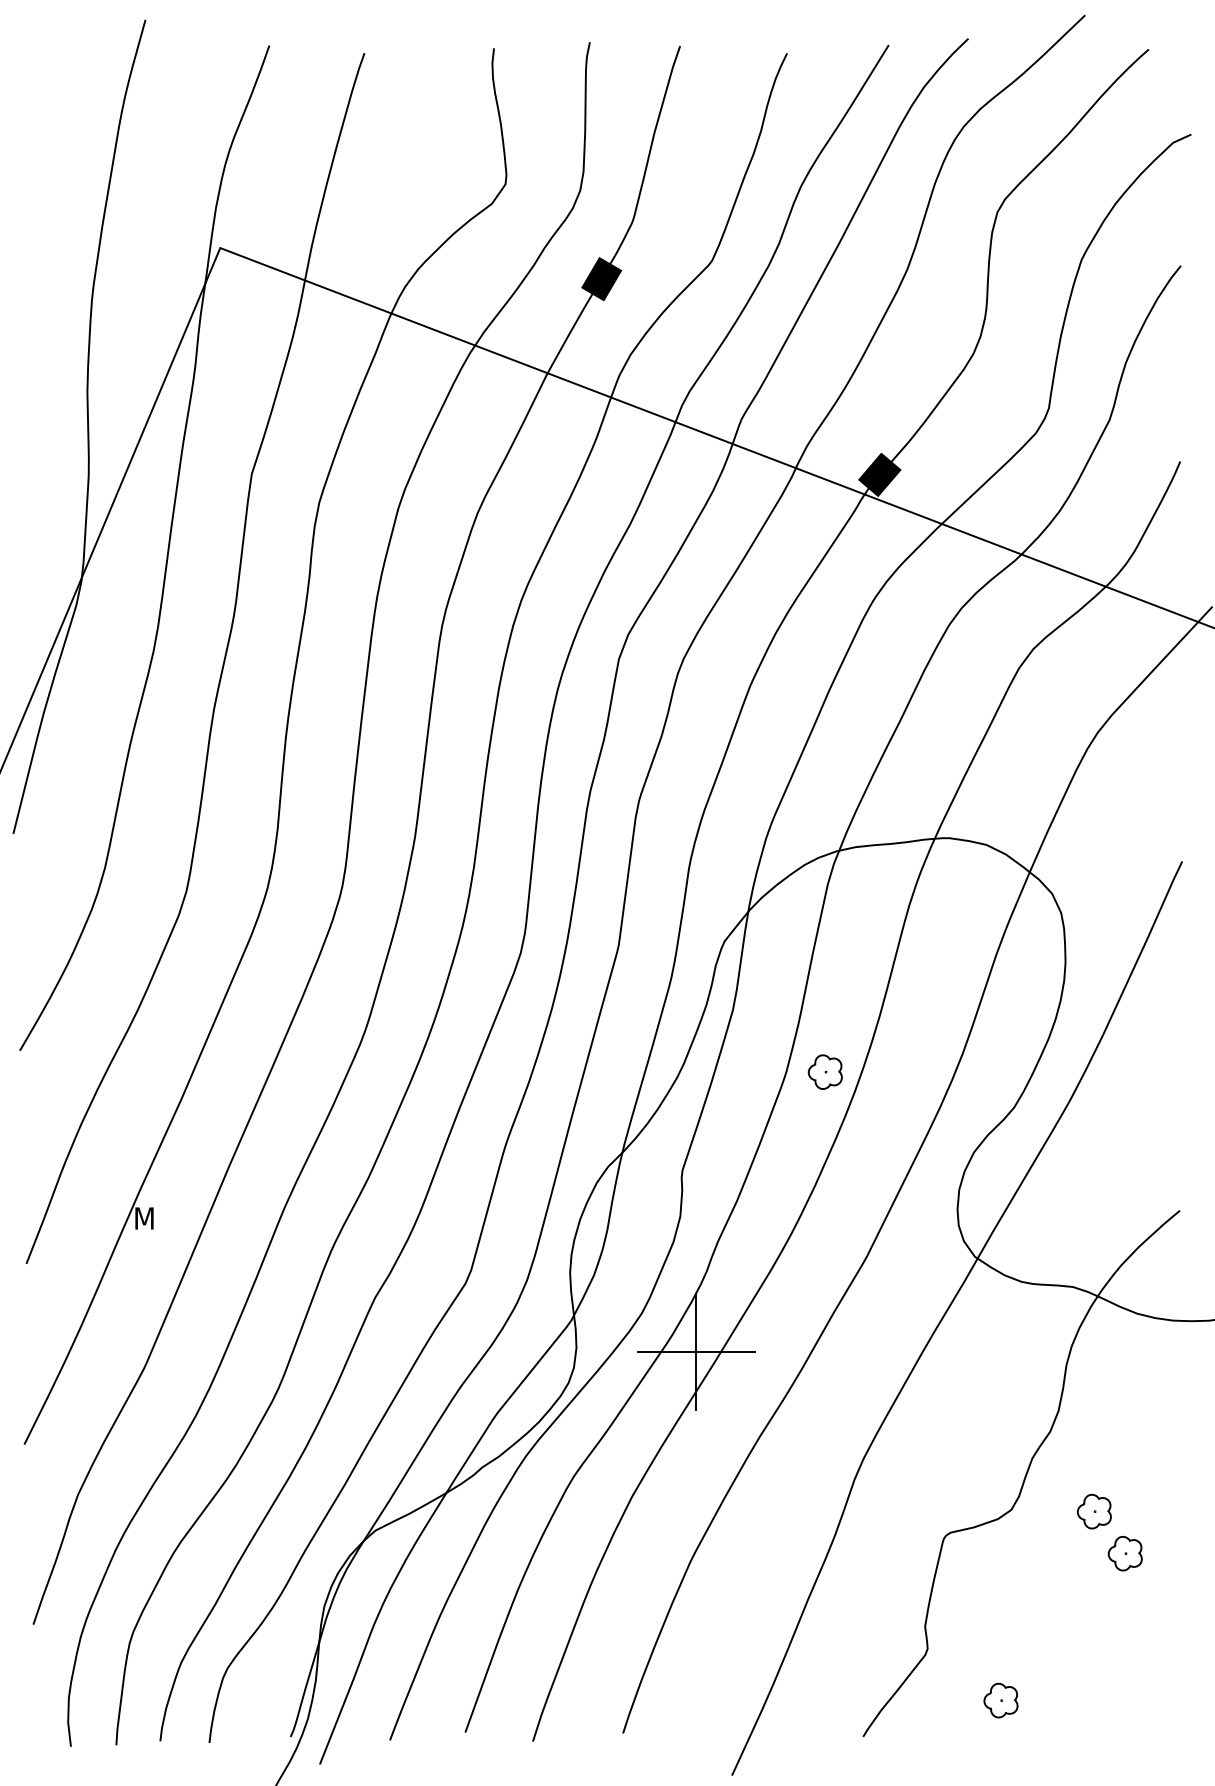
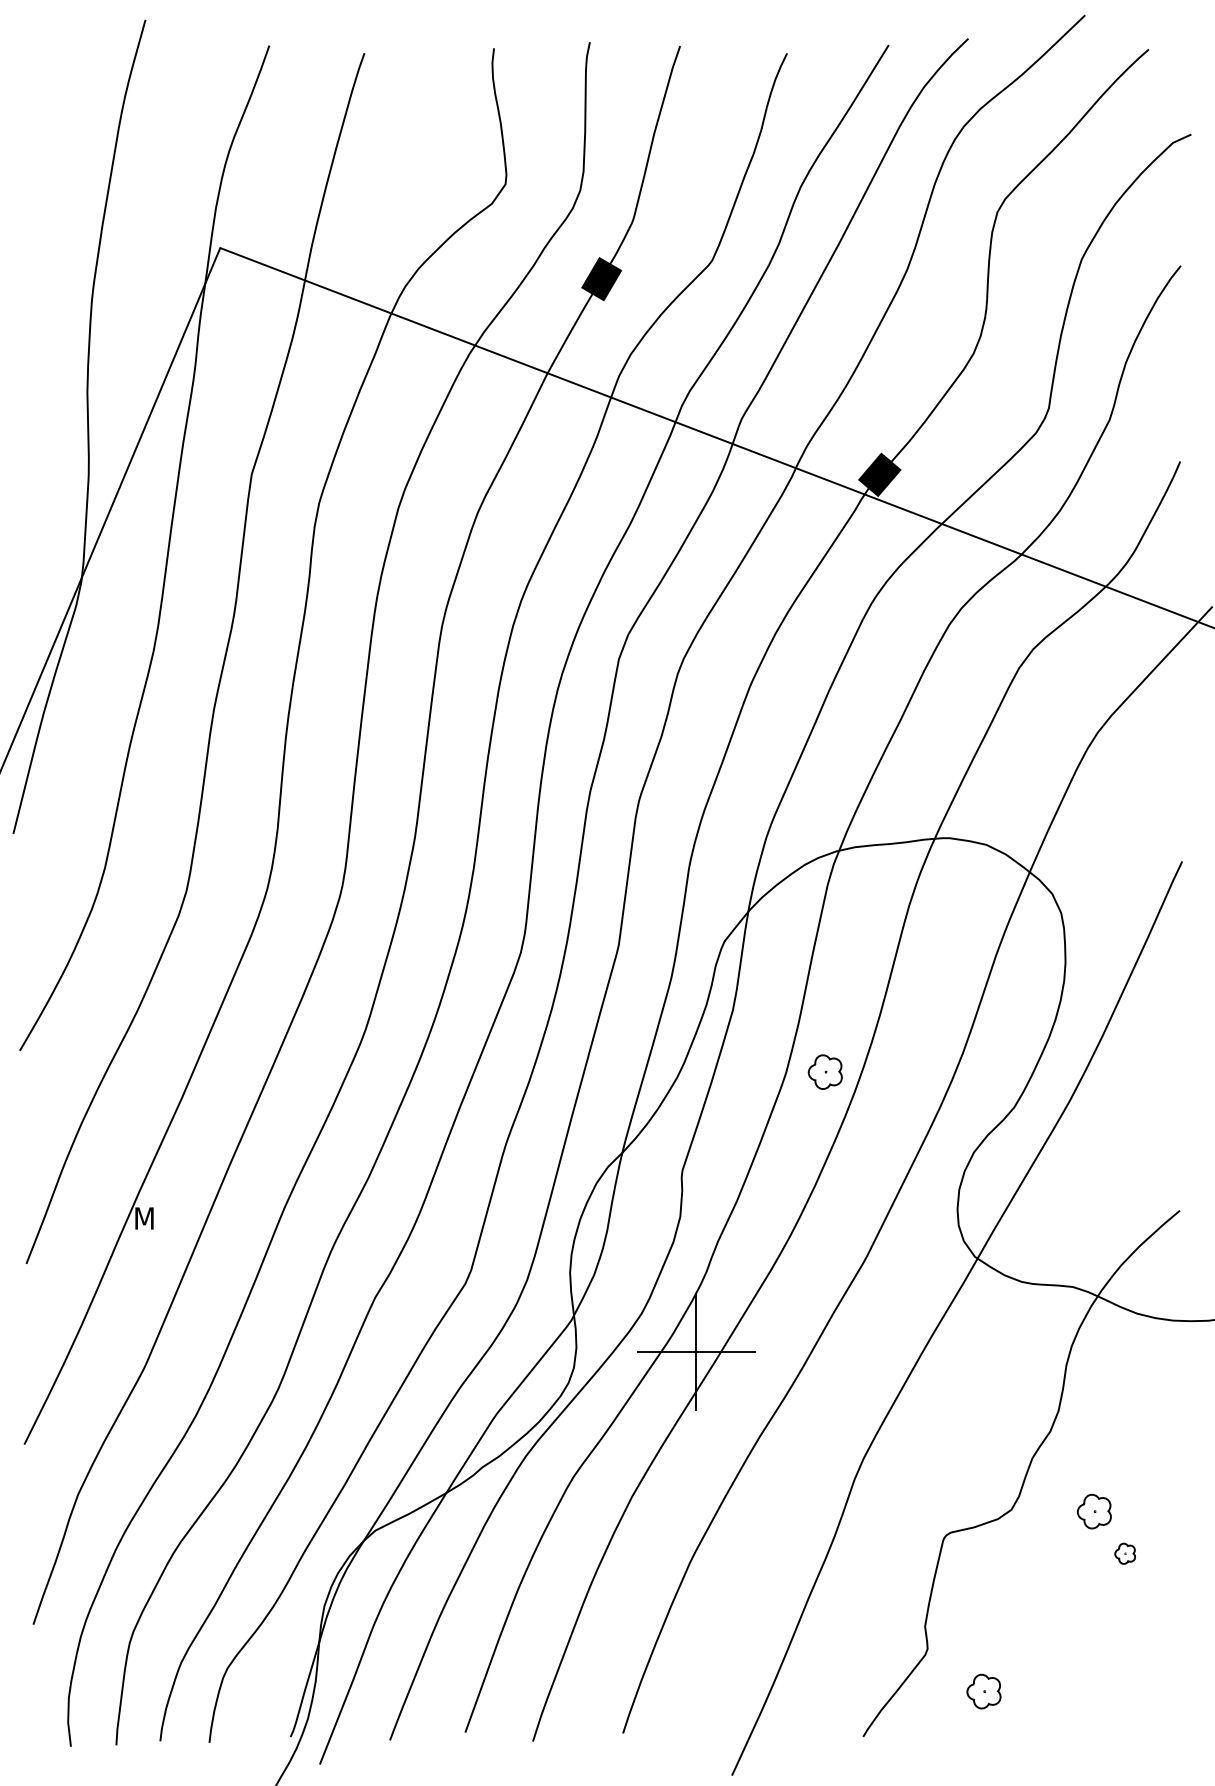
part at (1124, 1553) size: 36x36 px -> 22x23 px
part at (1000, 1700) position: (1000, 1700) -> (983, 1691)
